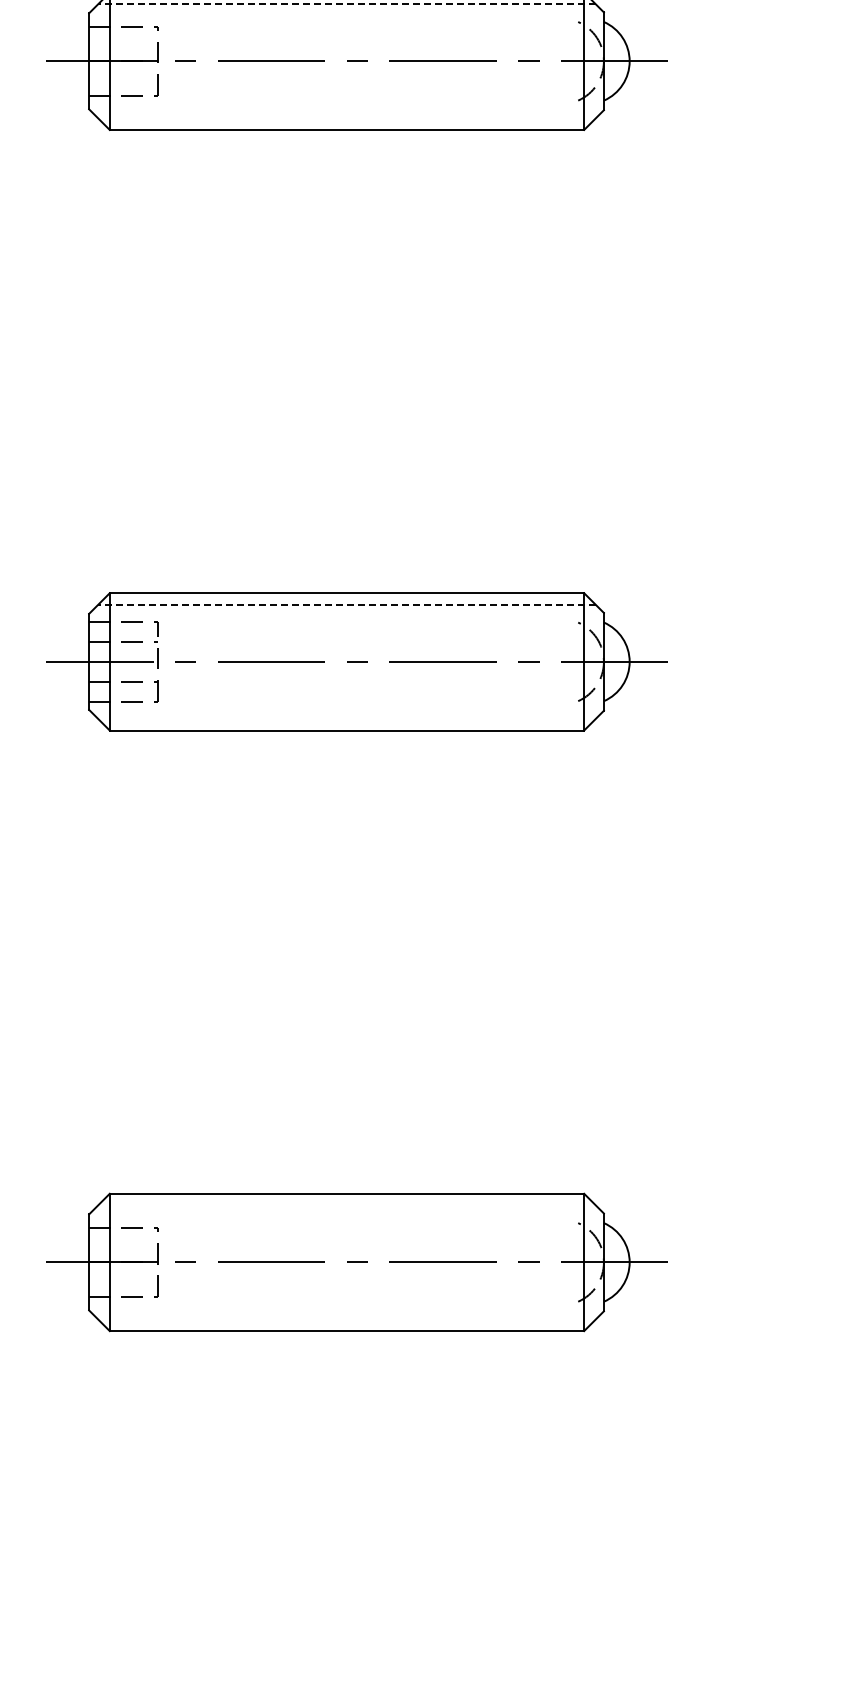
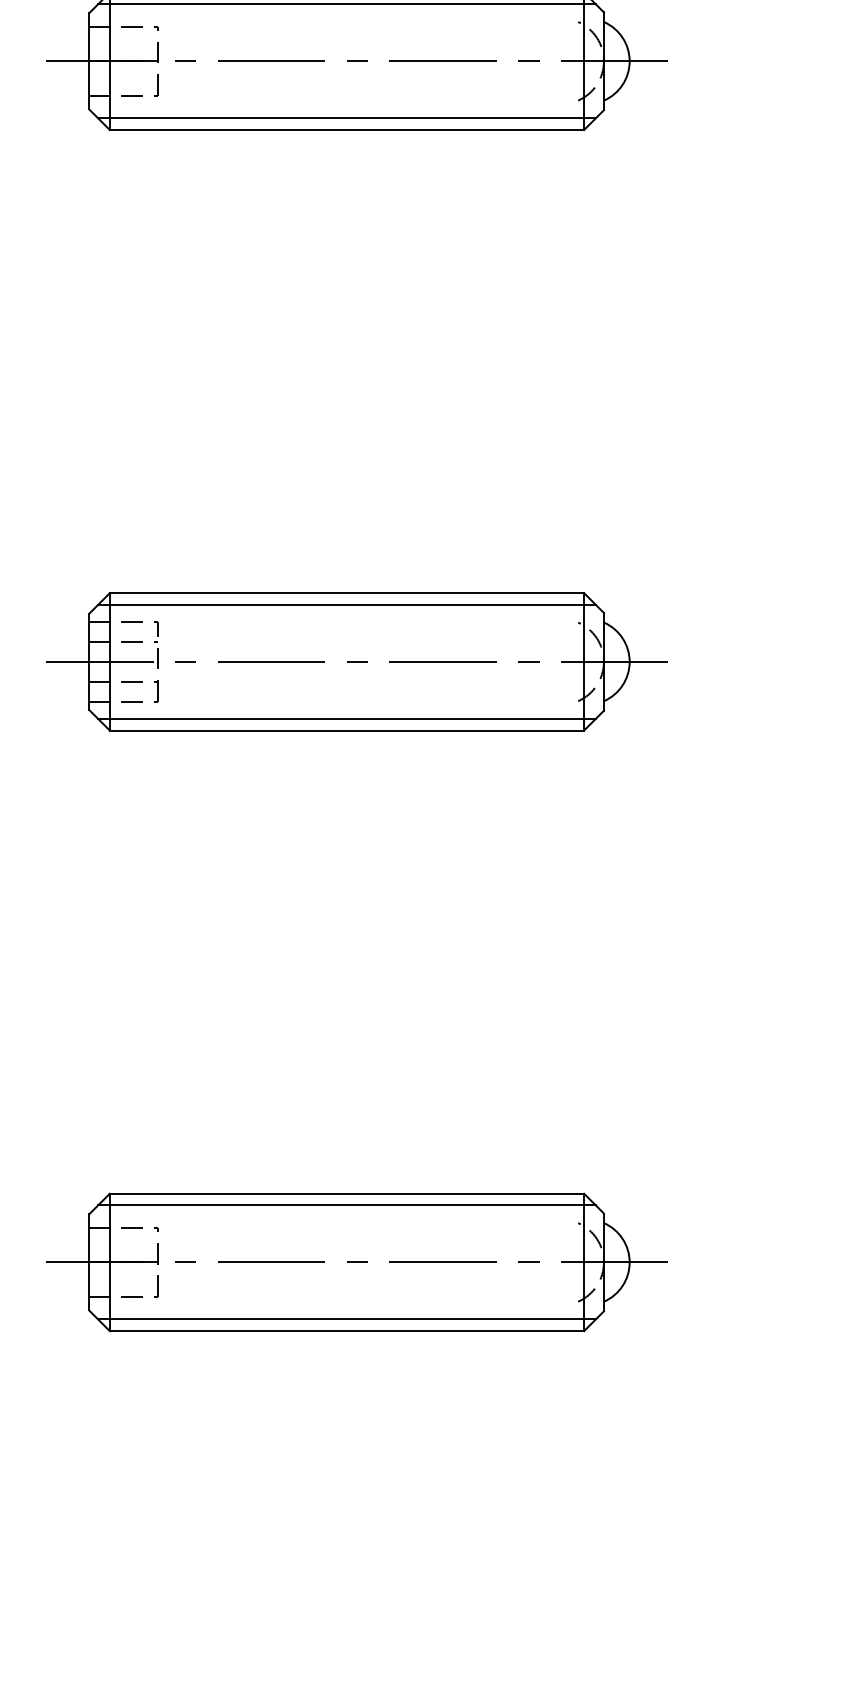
line at (346, 4): dashed -> solid
line at (346, 118): none -> present
line at (346, 604): dashed -> solid
line at (346, 718): none -> present
line at (346, 1205): none -> present
line at (346, 1319): none -> present
